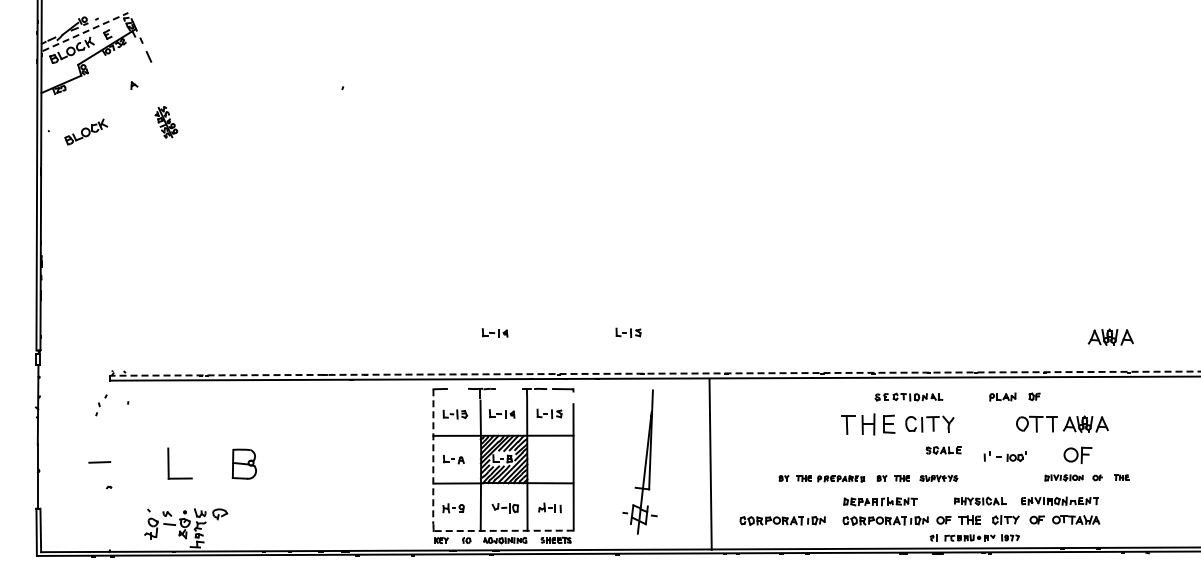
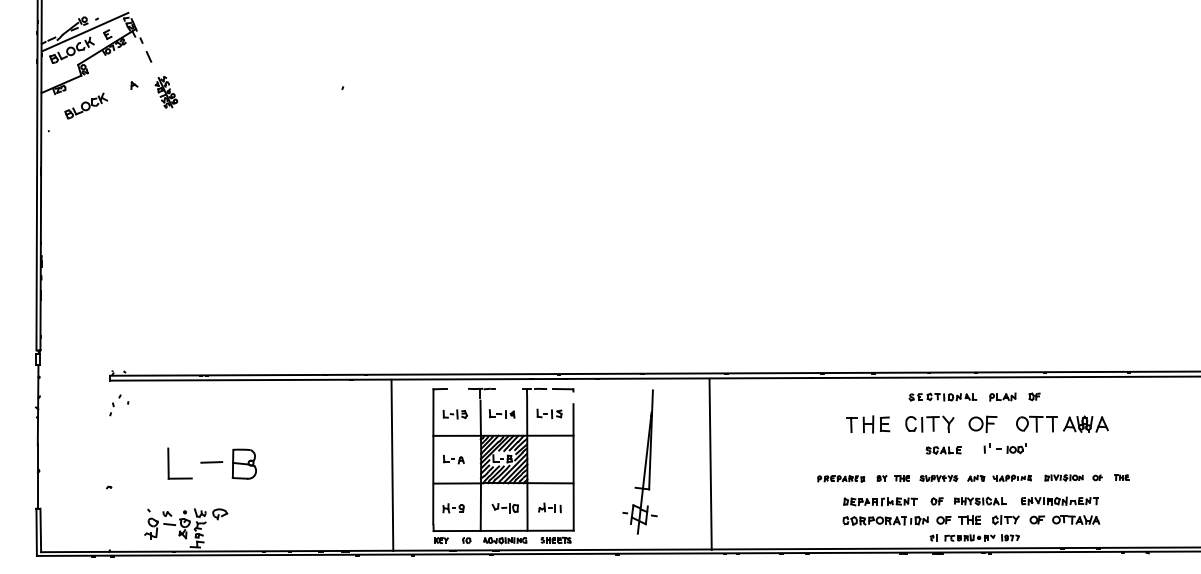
line at (85, 32): dashed -> solid
part at (166, 122) position: (166, 122) -> (166, 92)
part at (86, 131) position: (86, 131) -> (86, 105)
part at (495, 332): present -> none
part at (628, 332): present -> none
part at (1110, 336): present -> none
line at (654, 373): dashed -> solid
part at (908, 396) position: (908, 396) -> (942, 396)
part at (101, 405) position: (101, 405) -> (115, 405)
part at (868, 424) size: 55x23 px -> 45x19 px
part at (1077, 454) position: (1077, 454) -> (982, 423)
part at (1004, 456) position: (1004, 456) -> (1004, 448)
line at (433, 457): dashed -> solid
line at (99, 462) position: (99, 462) -> (211, 462)
line at (392, 465): none -> present
part at (999, 477): none -> present
part at (794, 478): present -> none
part at (936, 501): none -> present
part at (782, 520): present -> none
line at (503, 530): dashed -> solid
